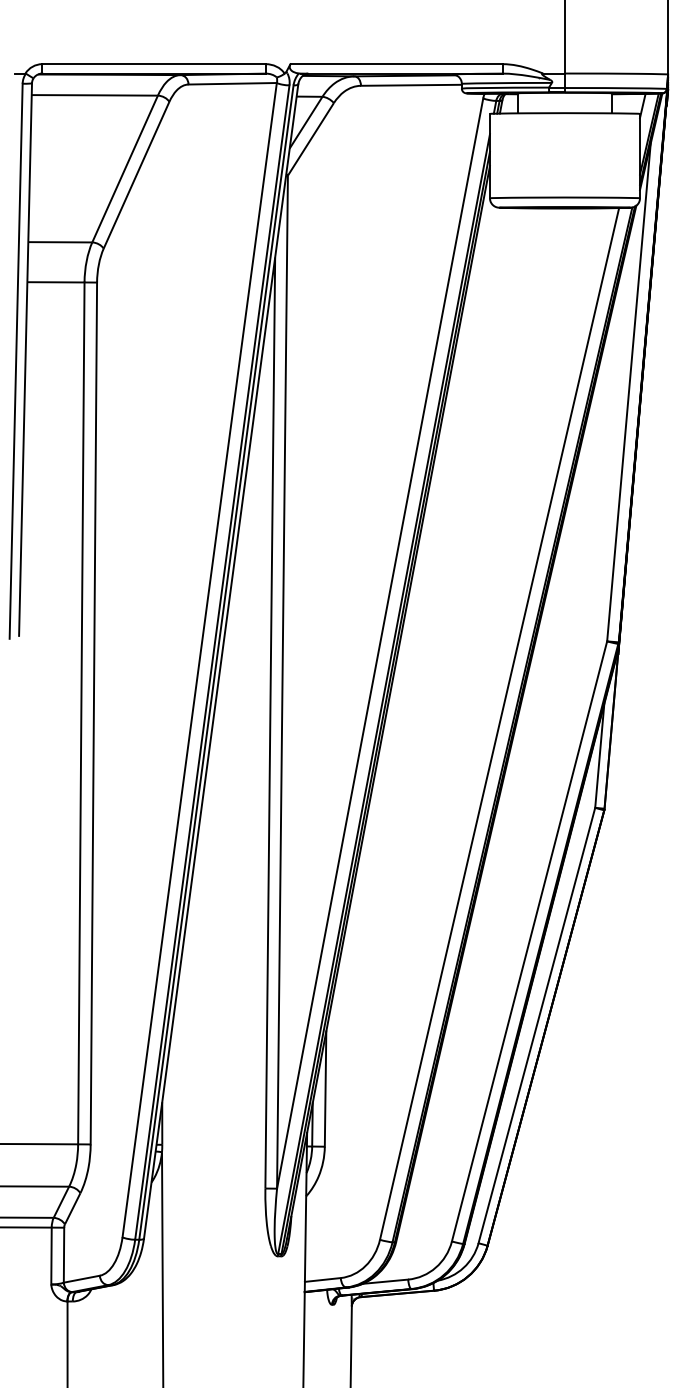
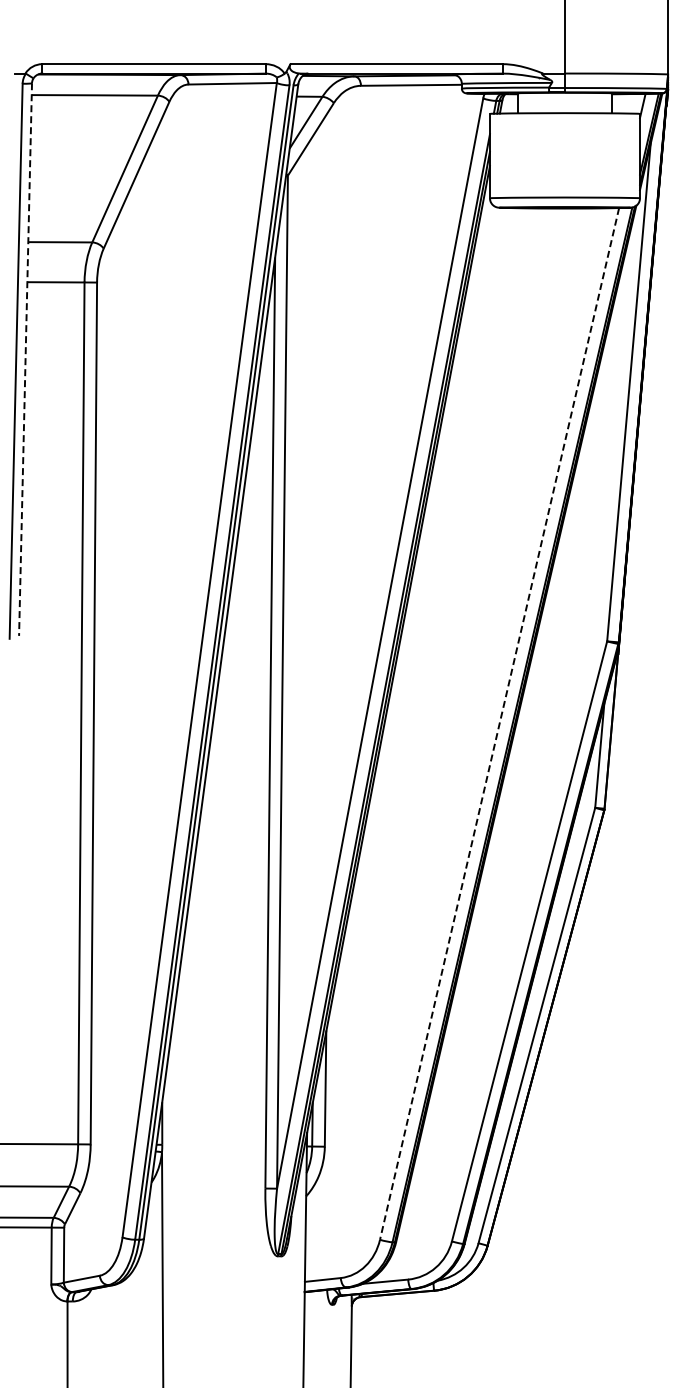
line at (25, 360): solid -> dashed
line at (499, 723): solid -> dashed
